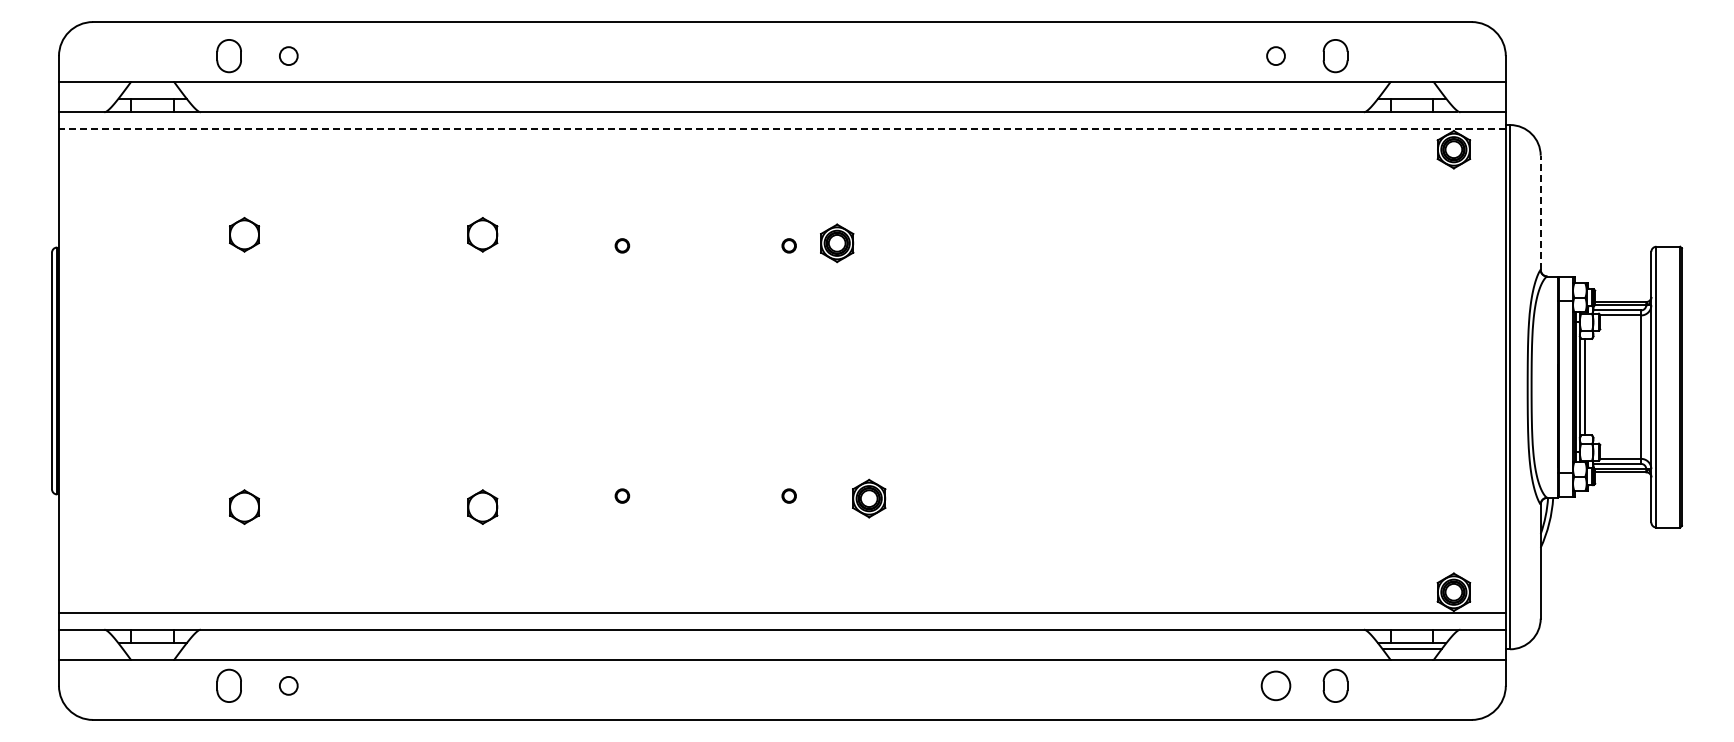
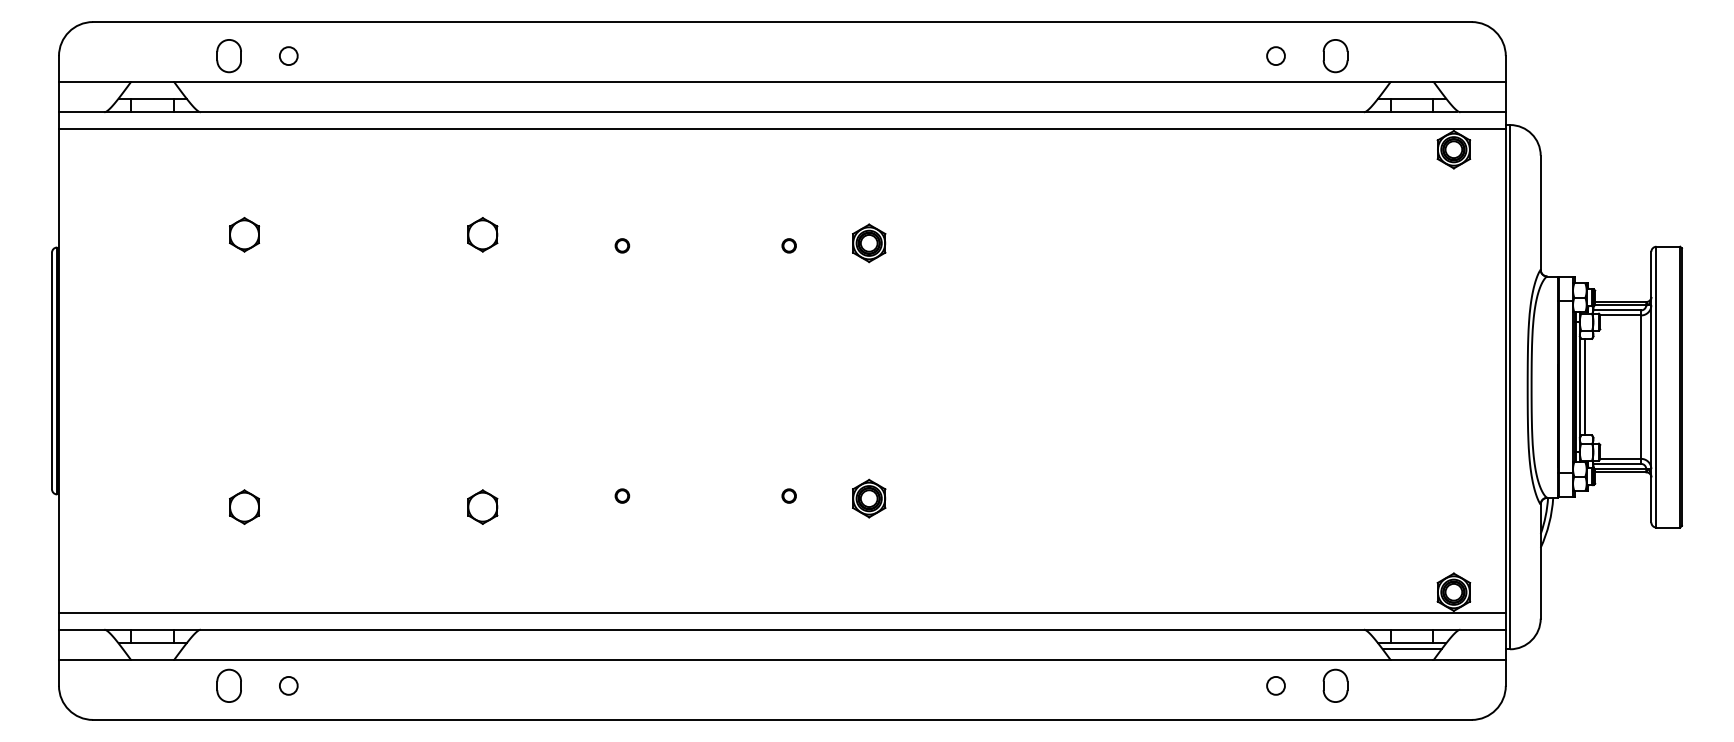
line at (781, 129): dashed -> solid
line at (1540, 212): dashed -> solid
part at (837, 243) position: (837, 243) -> (869, 243)
circle at (1275, 685) diameter: 29 px -> 18 px
